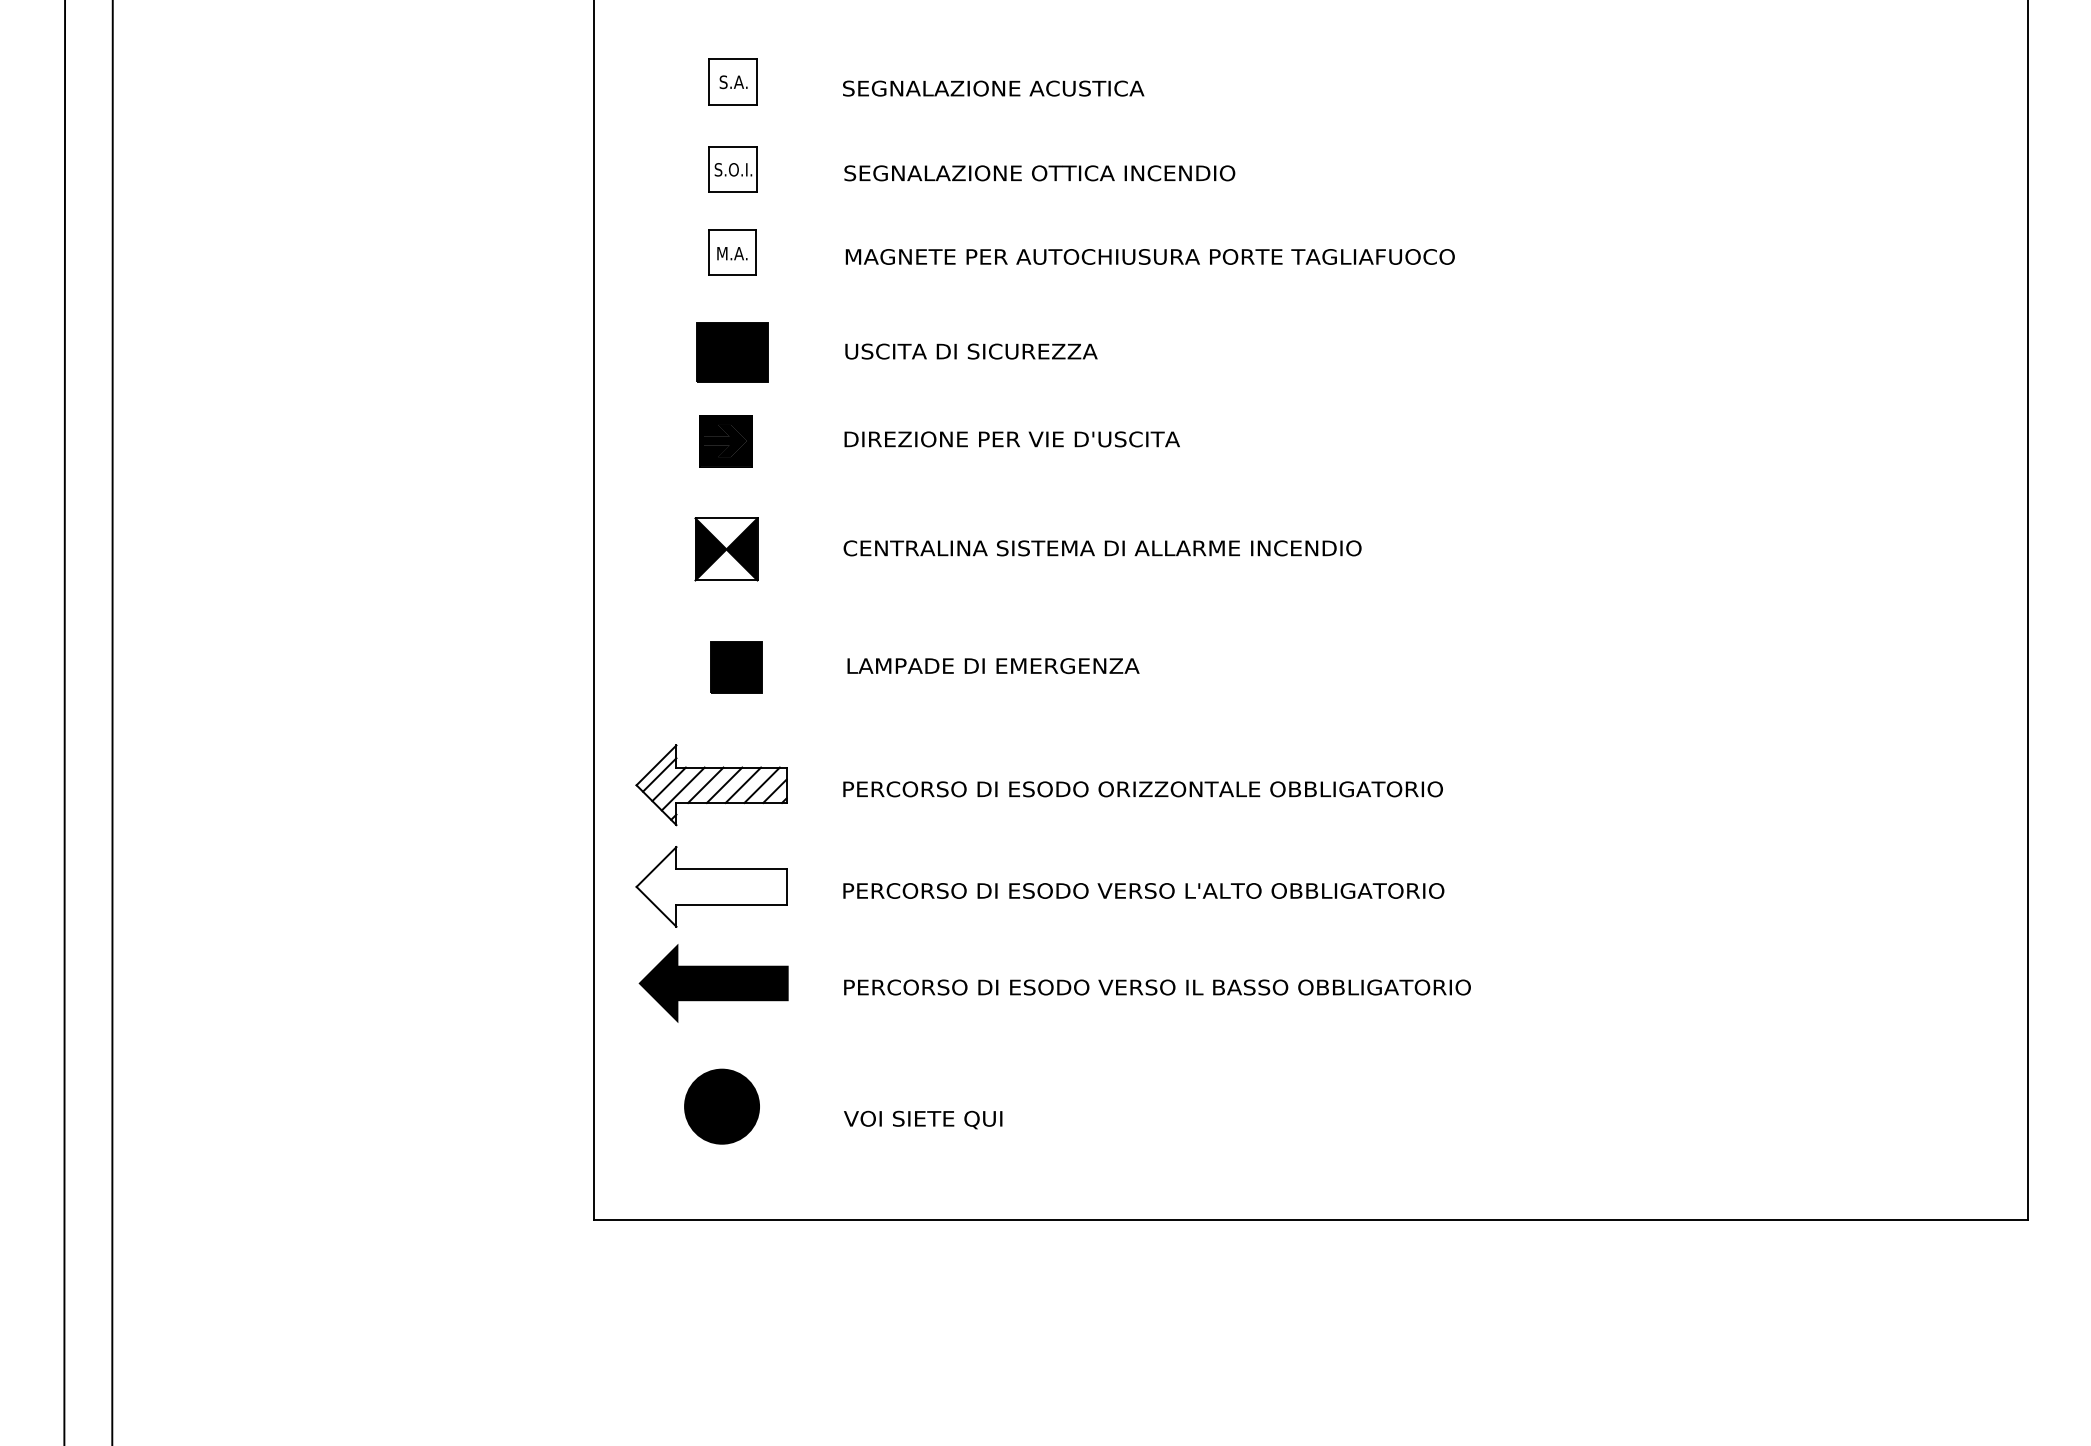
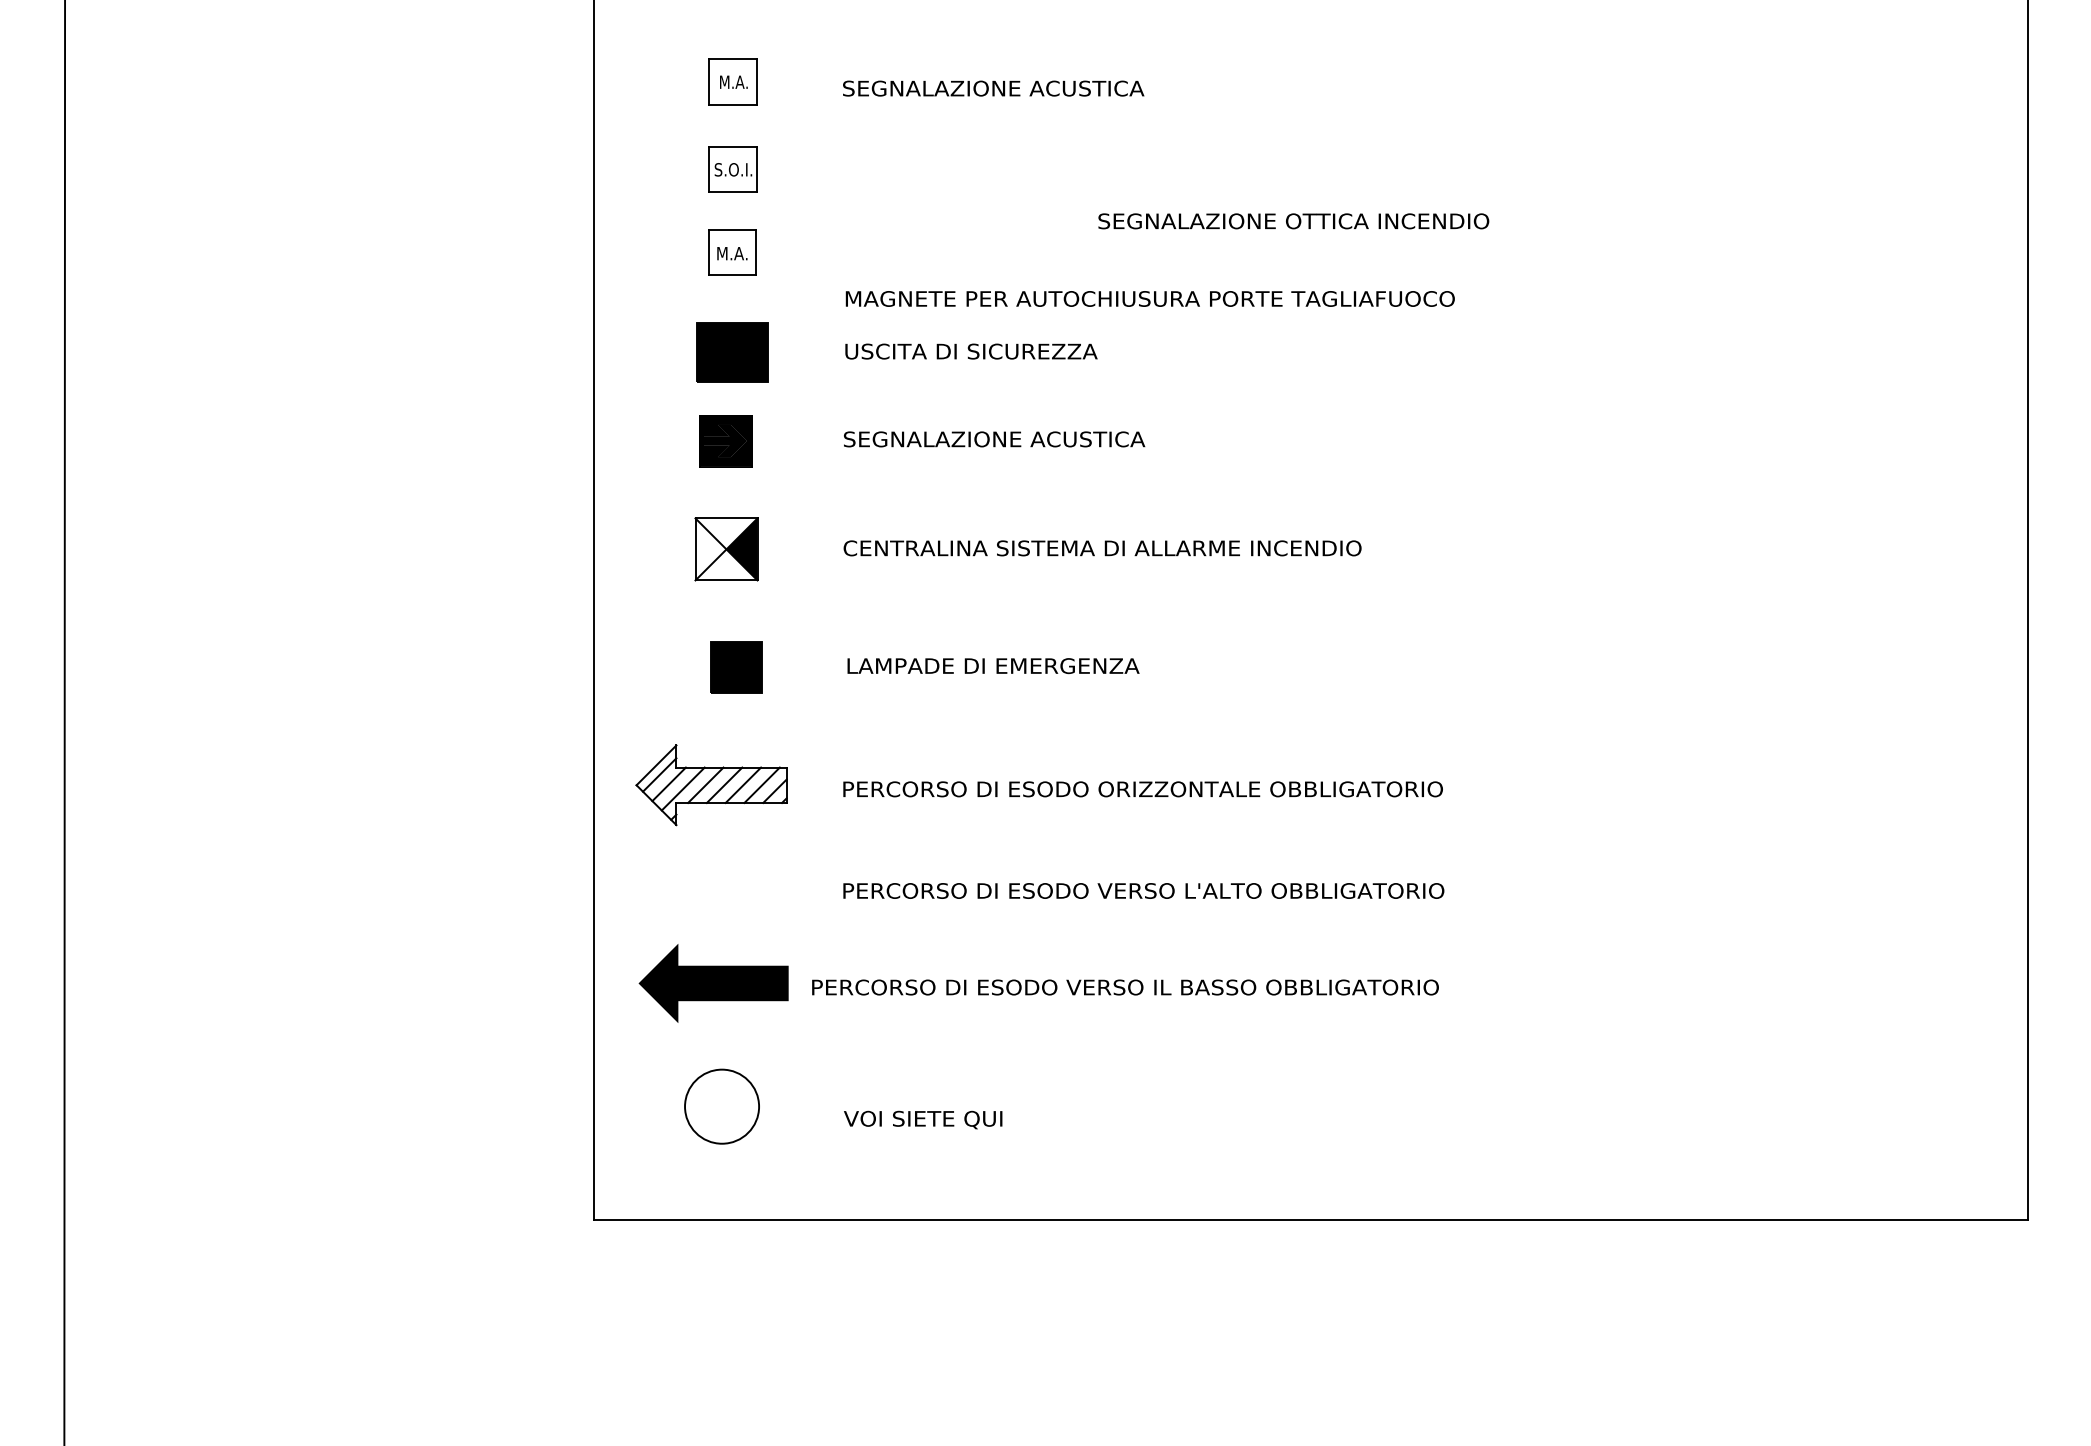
text at (733, 82): S.A. -> M.A.
text at (1039, 173) position: (1039, 173) -> (1293, 221)
text at (1149, 256) position: (1149, 256) -> (1149, 298)
text at (1011, 439): DIREZIONE PER VIE D'USCITA -> SEGNALAZIONE ACUSTICA
fill at (710, 549): present -> none
line at (112, 722): present -> none
part at (711, 886): present -> none
text at (1157, 987) position: (1157, 987) -> (1125, 987)
fill at (722, 1106): present -> none
